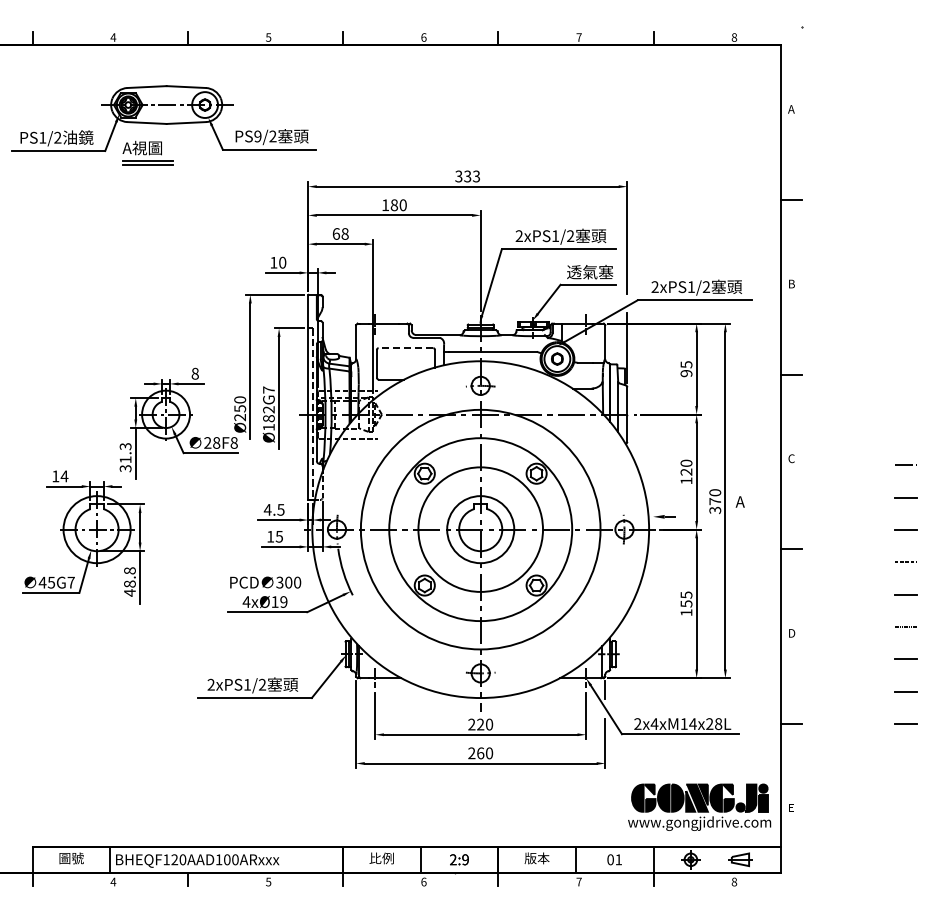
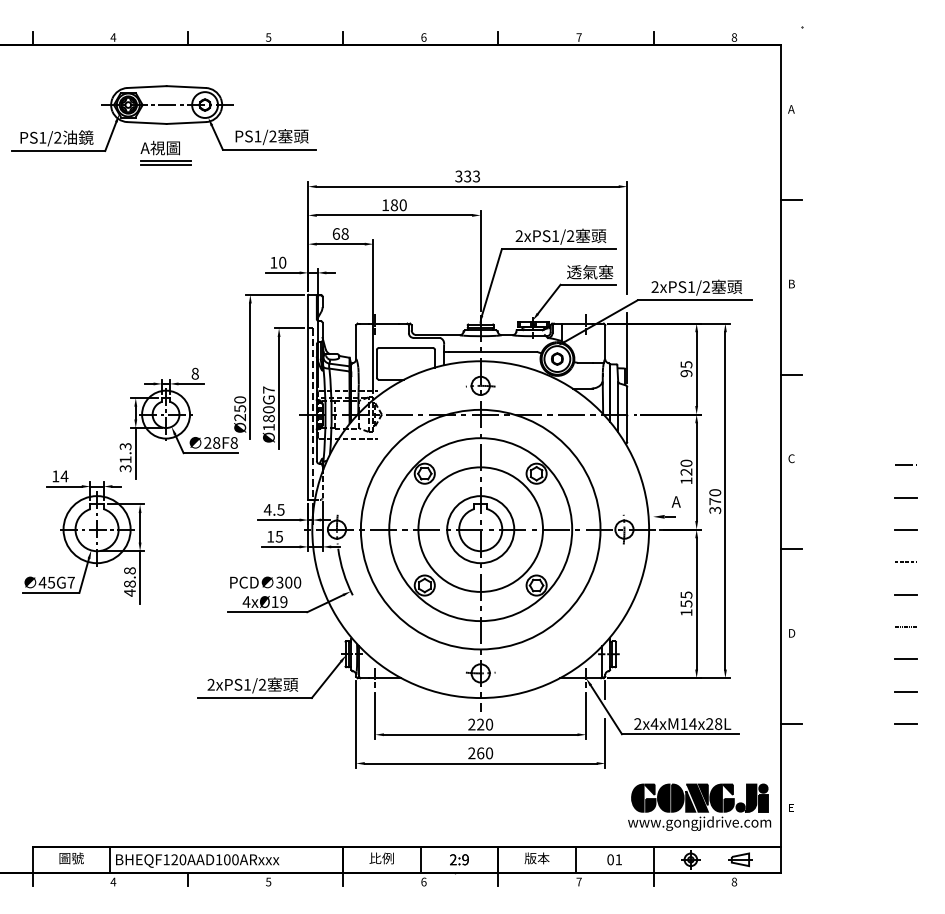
text at (257, 136): PS9/2 -> PS1/2
part at (147, 152) position: (147, 152) -> (165, 152)
line at (405, 348): dashed -> solid
text at (268, 409): Ø182G7 -> Ø180G7
text at (739, 501) position: (739, 501) -> (675, 501)
